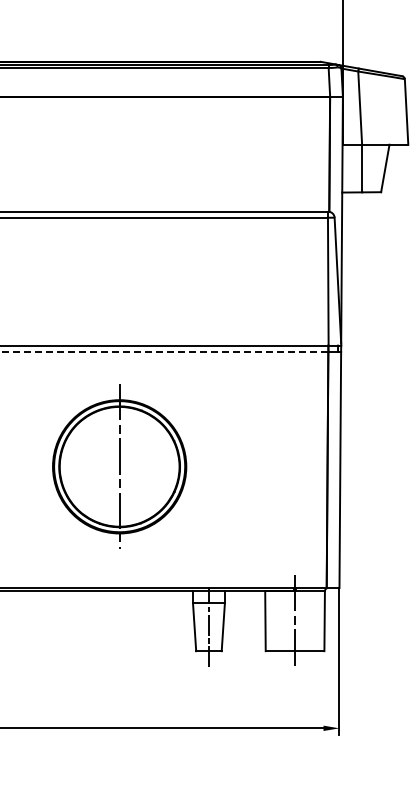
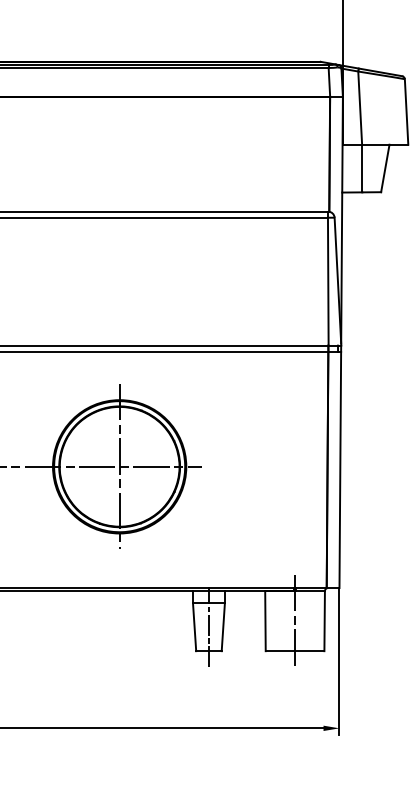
line at (164, 352): dashed -> solid
line at (102, 466): none -> present
